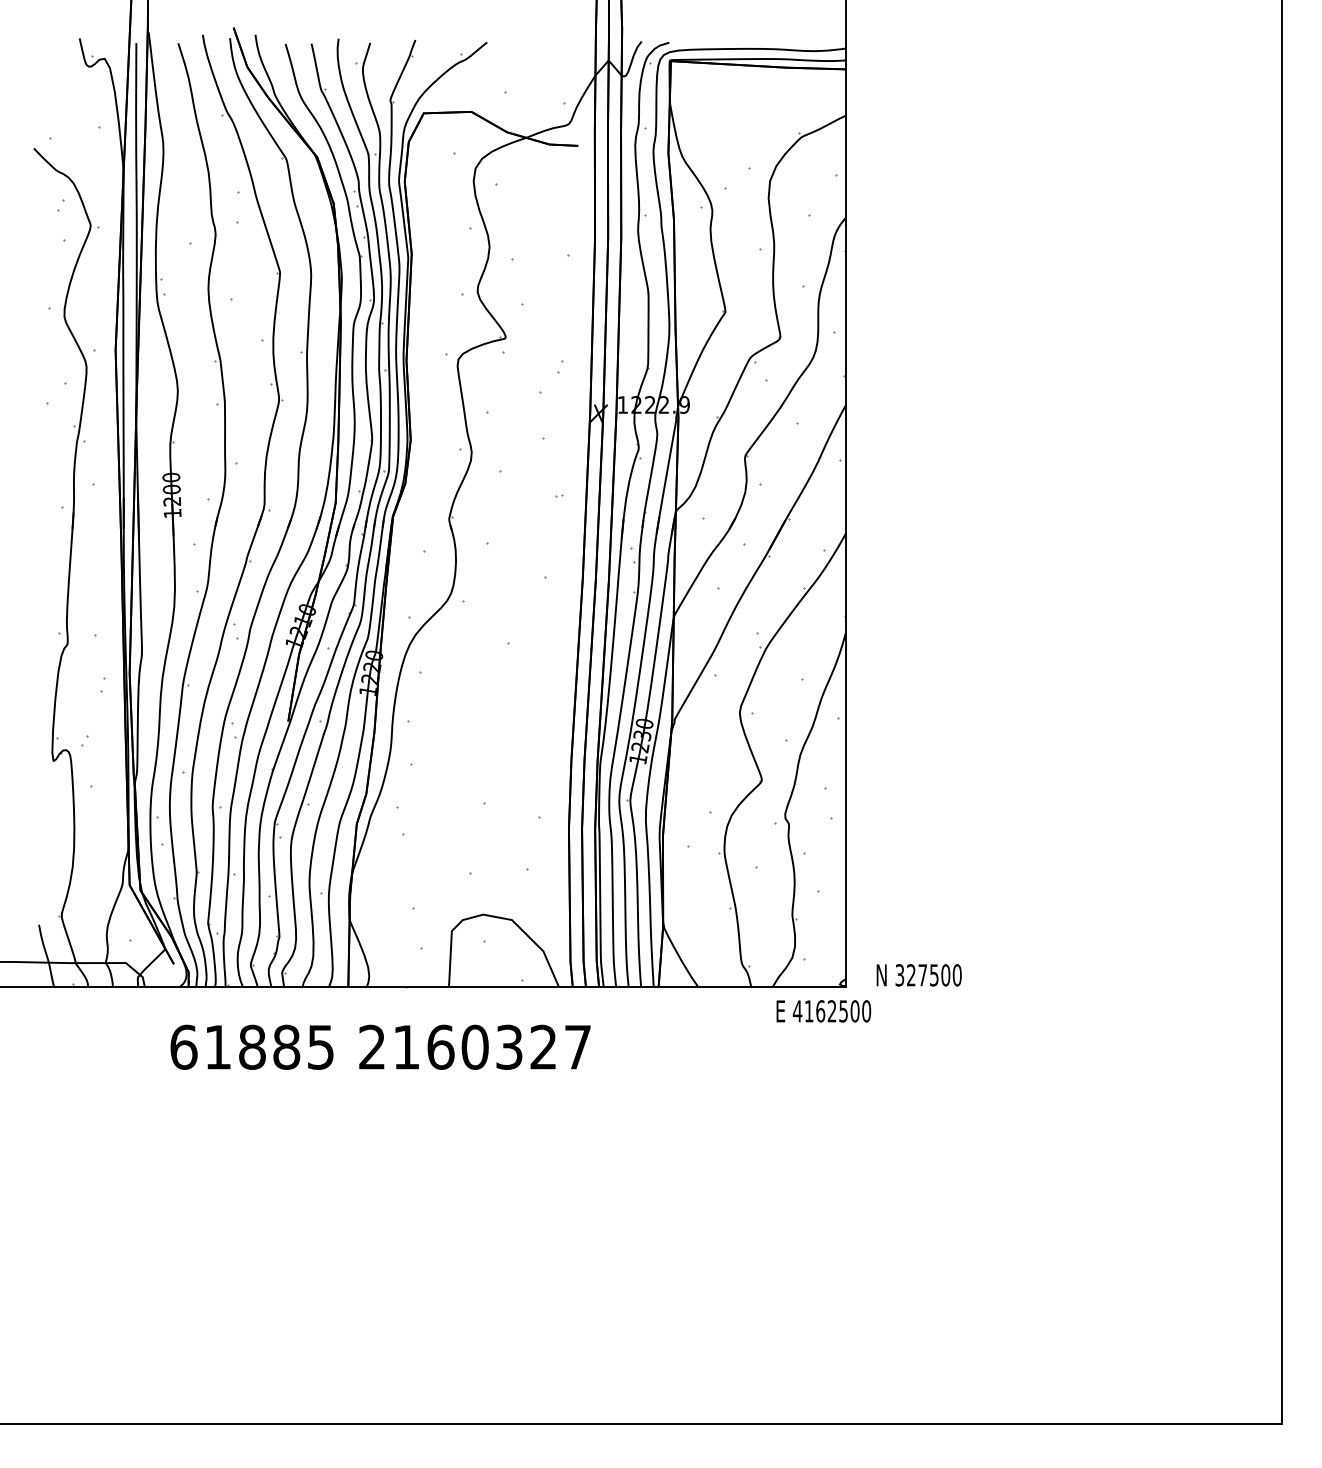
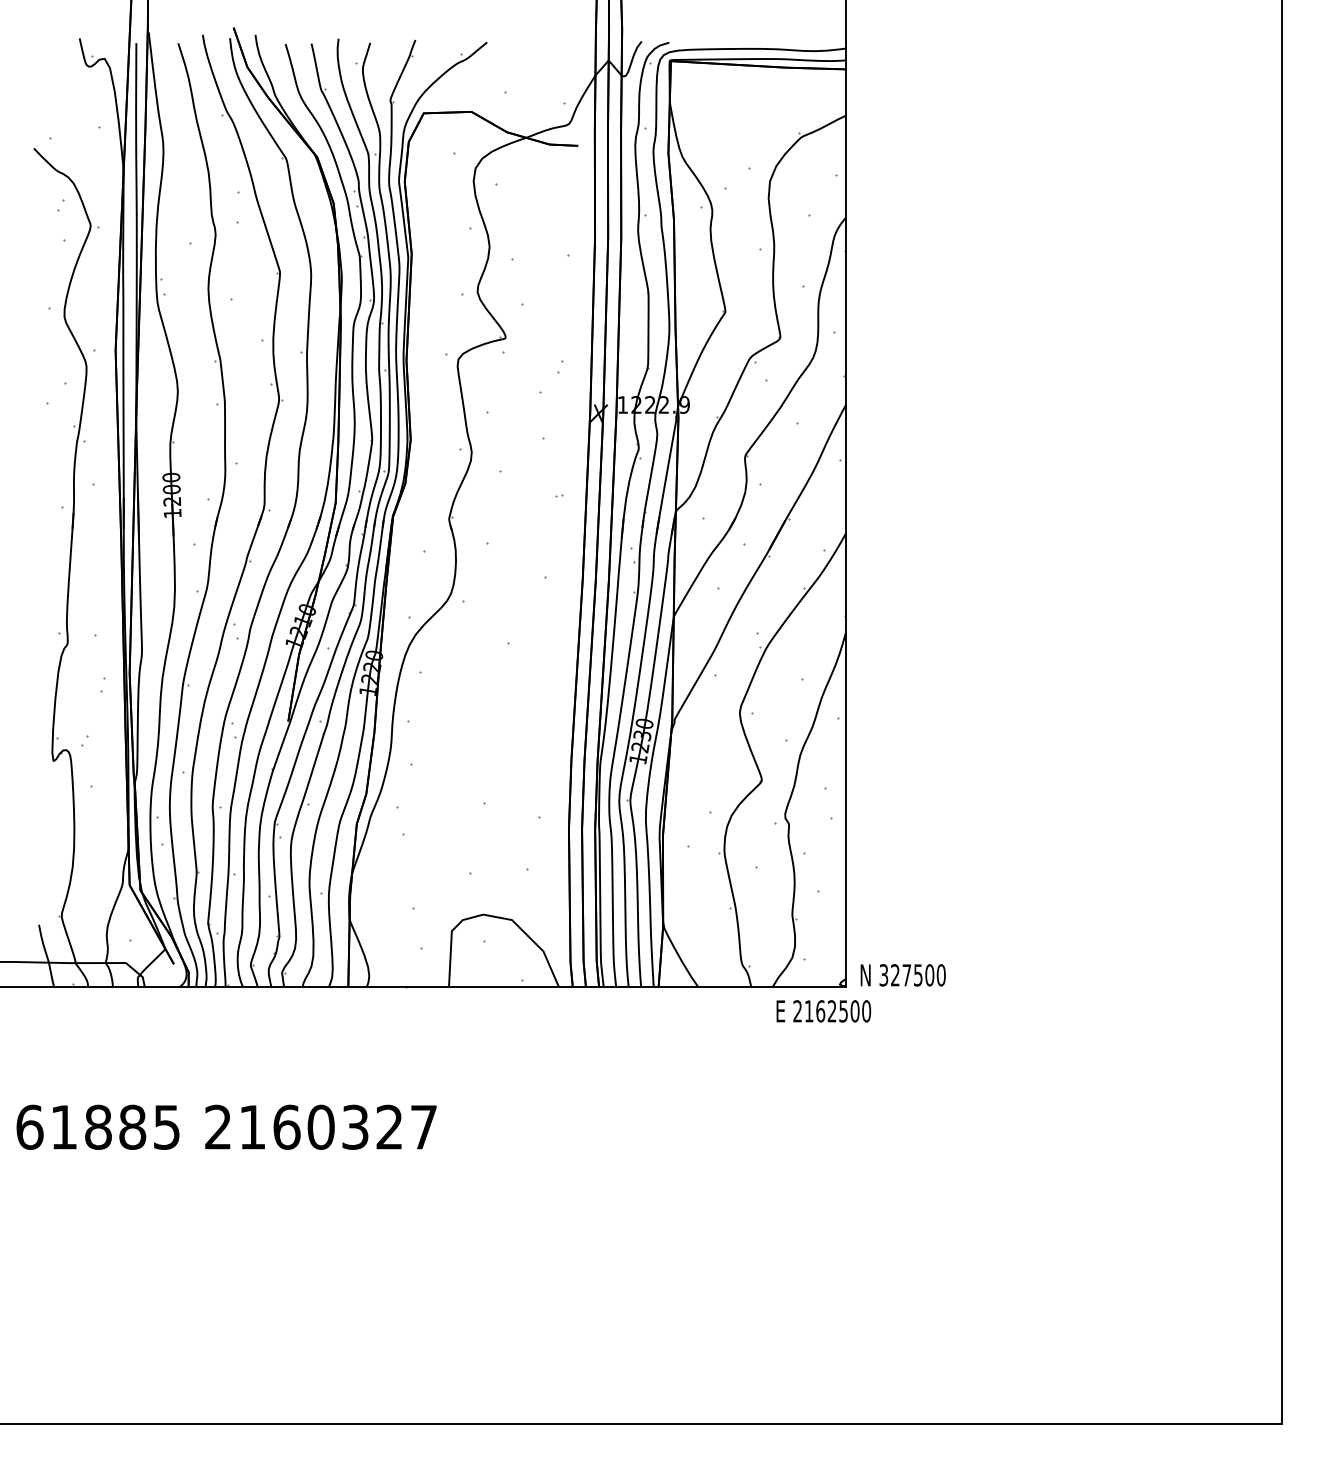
text at (918, 975) position: (918, 975) -> (902, 975)
text at (797, 1011): 4162500 -> 2162500
text at (380, 1046) position: (380, 1046) -> (226, 1126)
